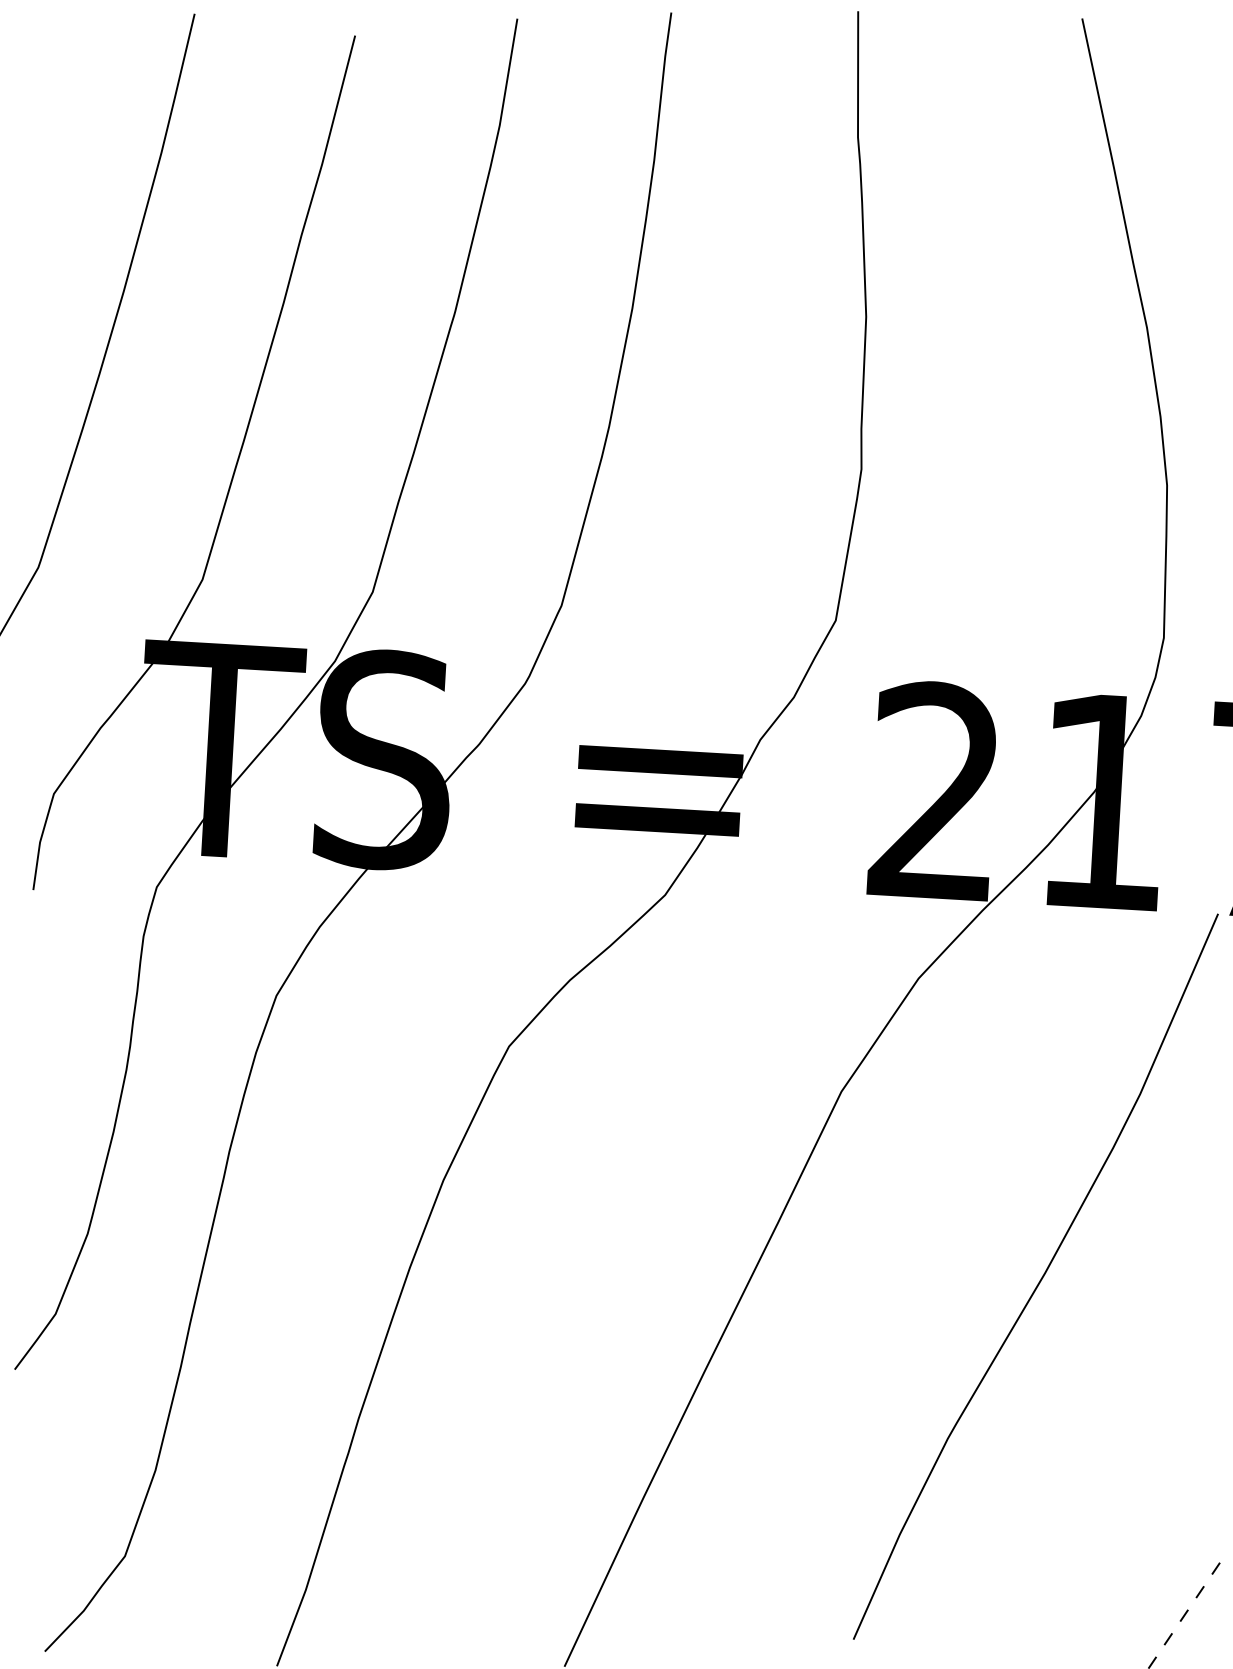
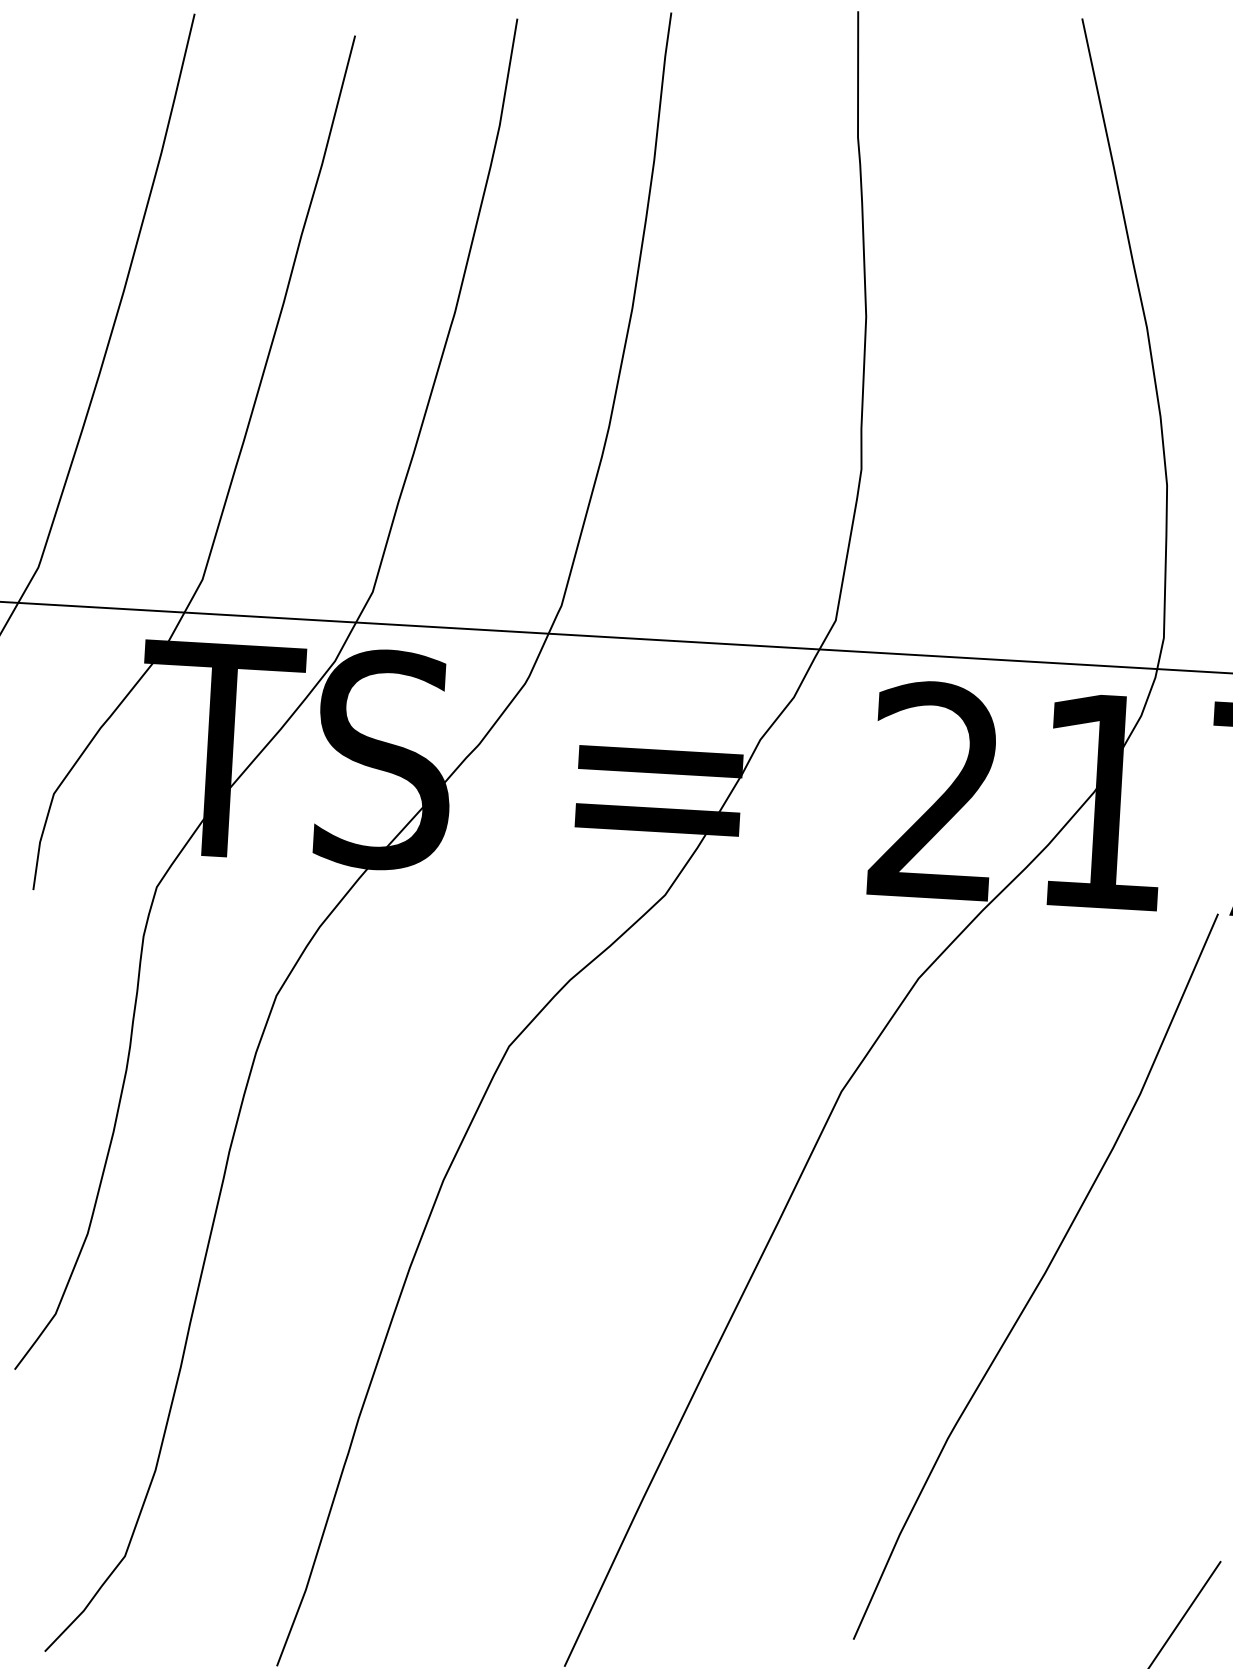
line at (615, 637): none -> present
line at (1184, 1614): dashed -> solid
